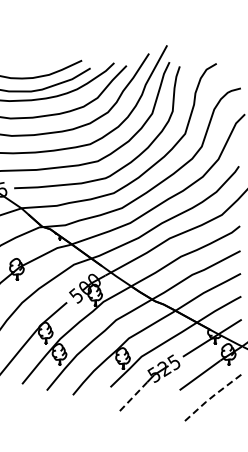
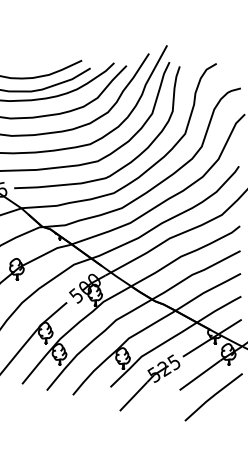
line at (133, 396): dashed -> solid
line at (212, 396): dashed -> solid
